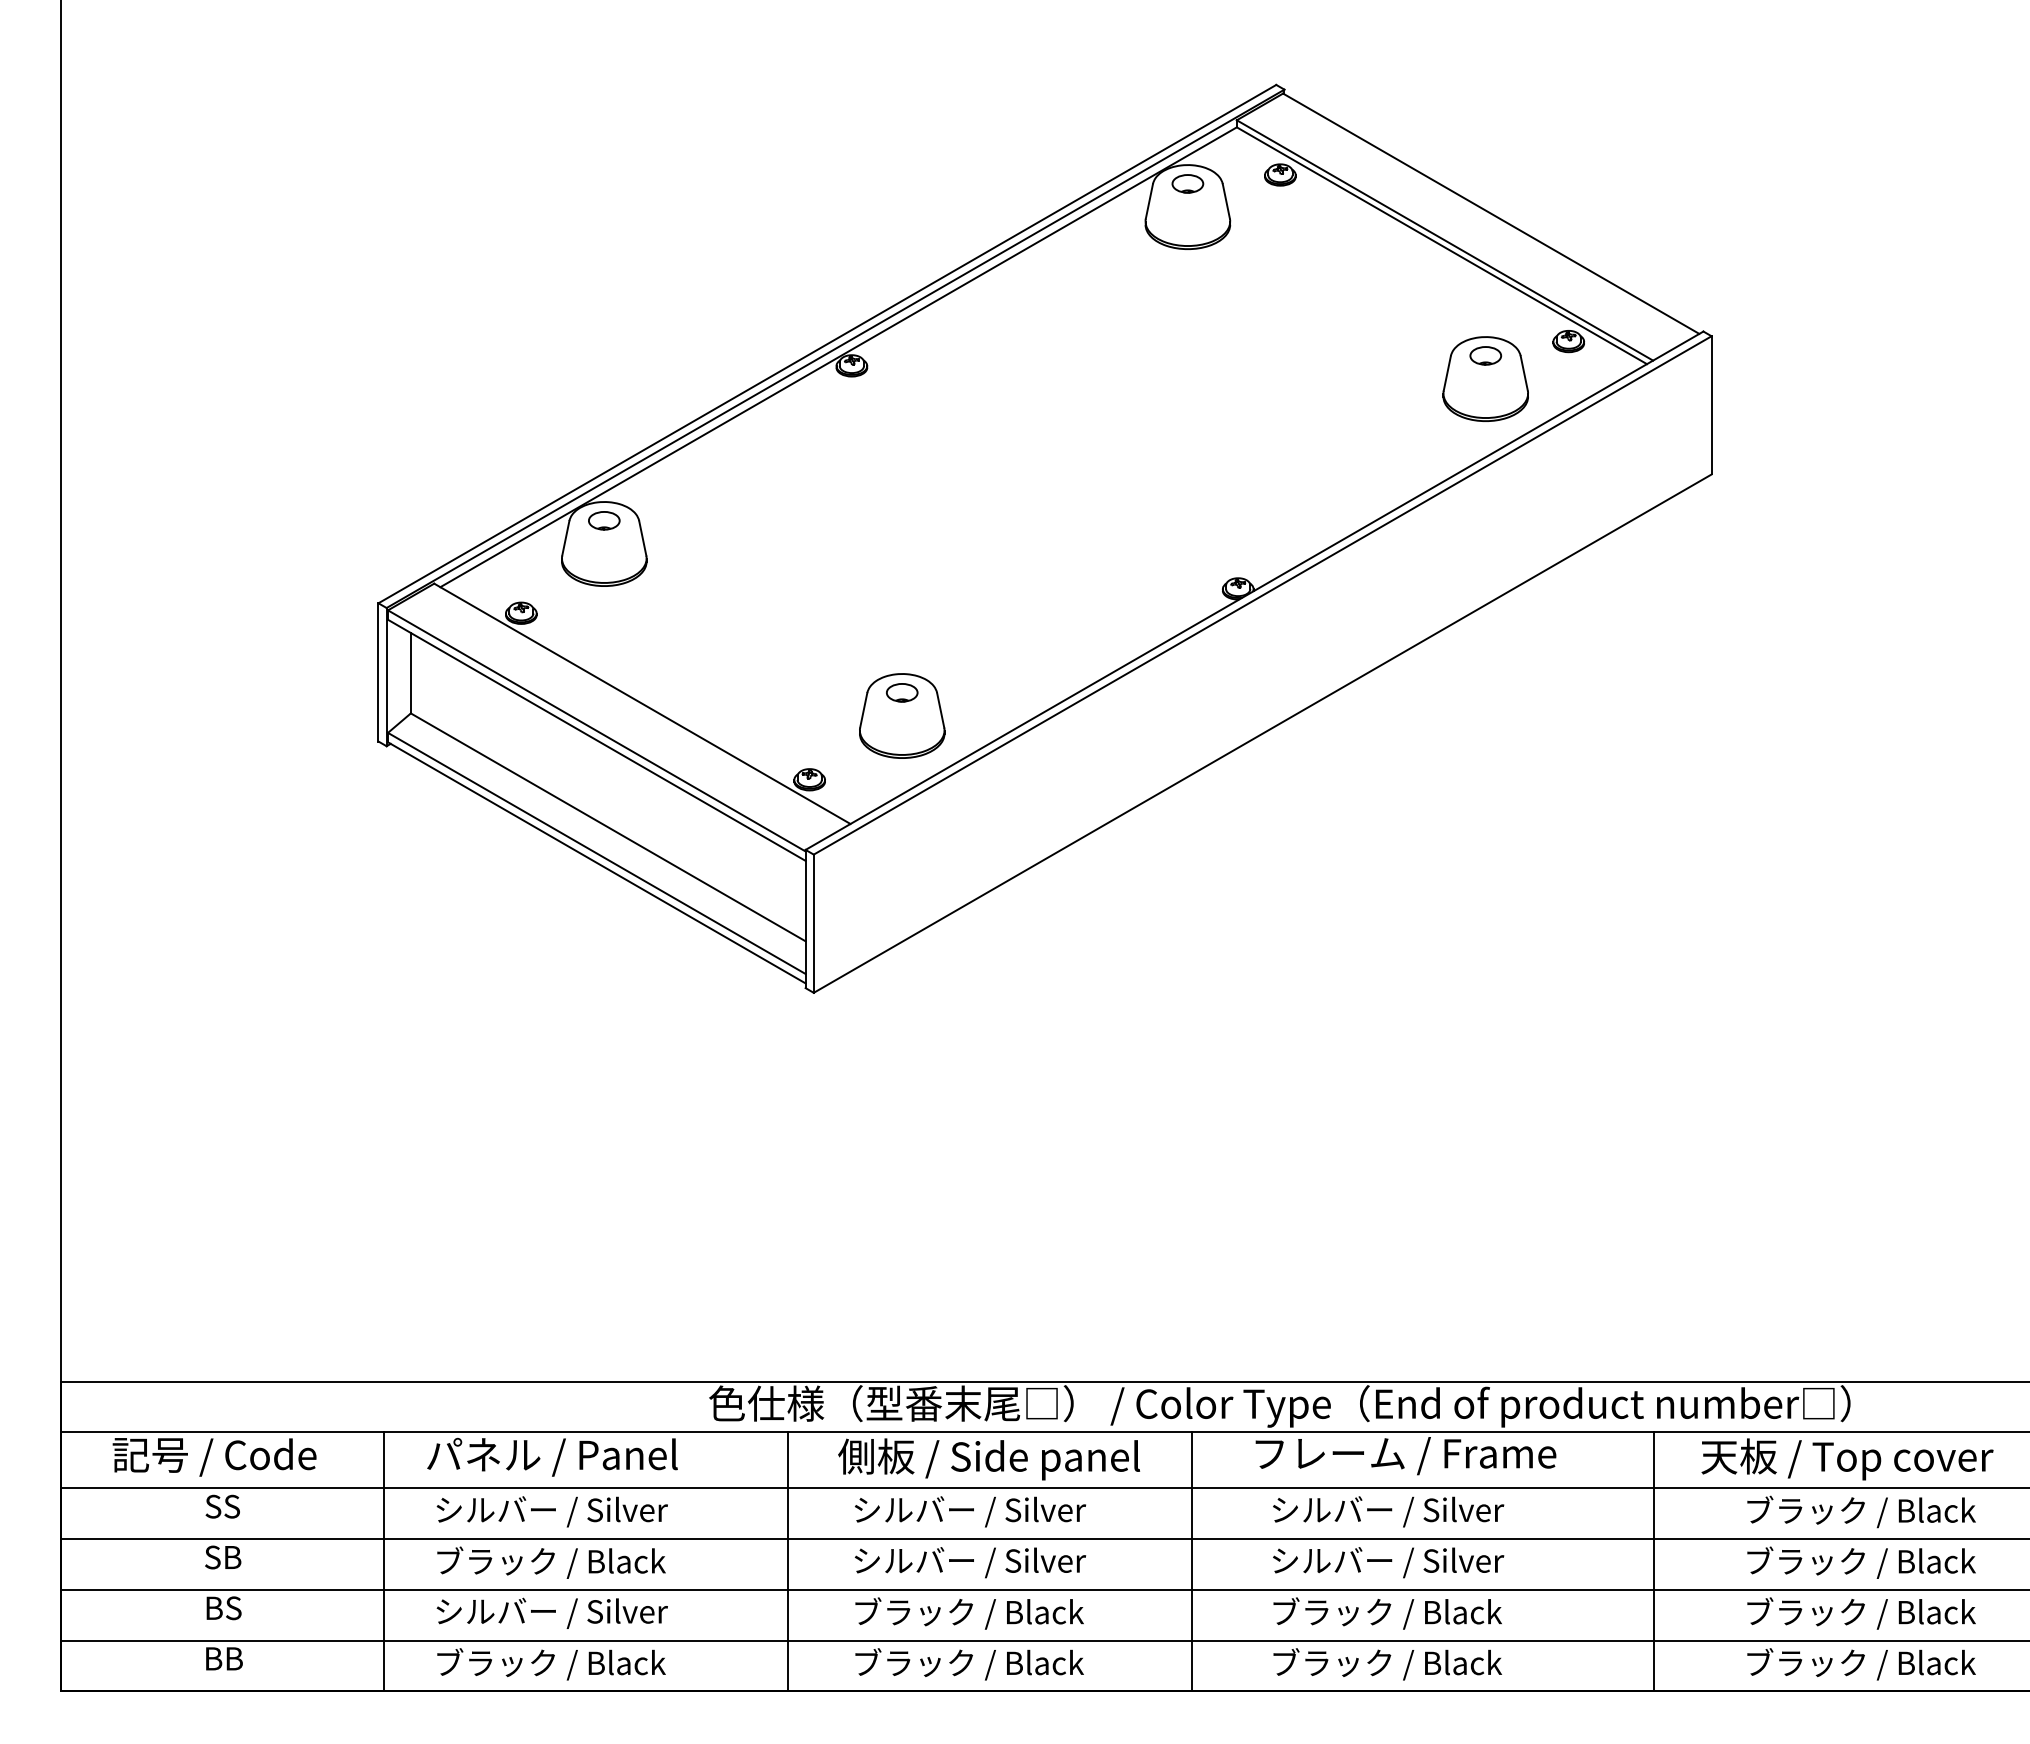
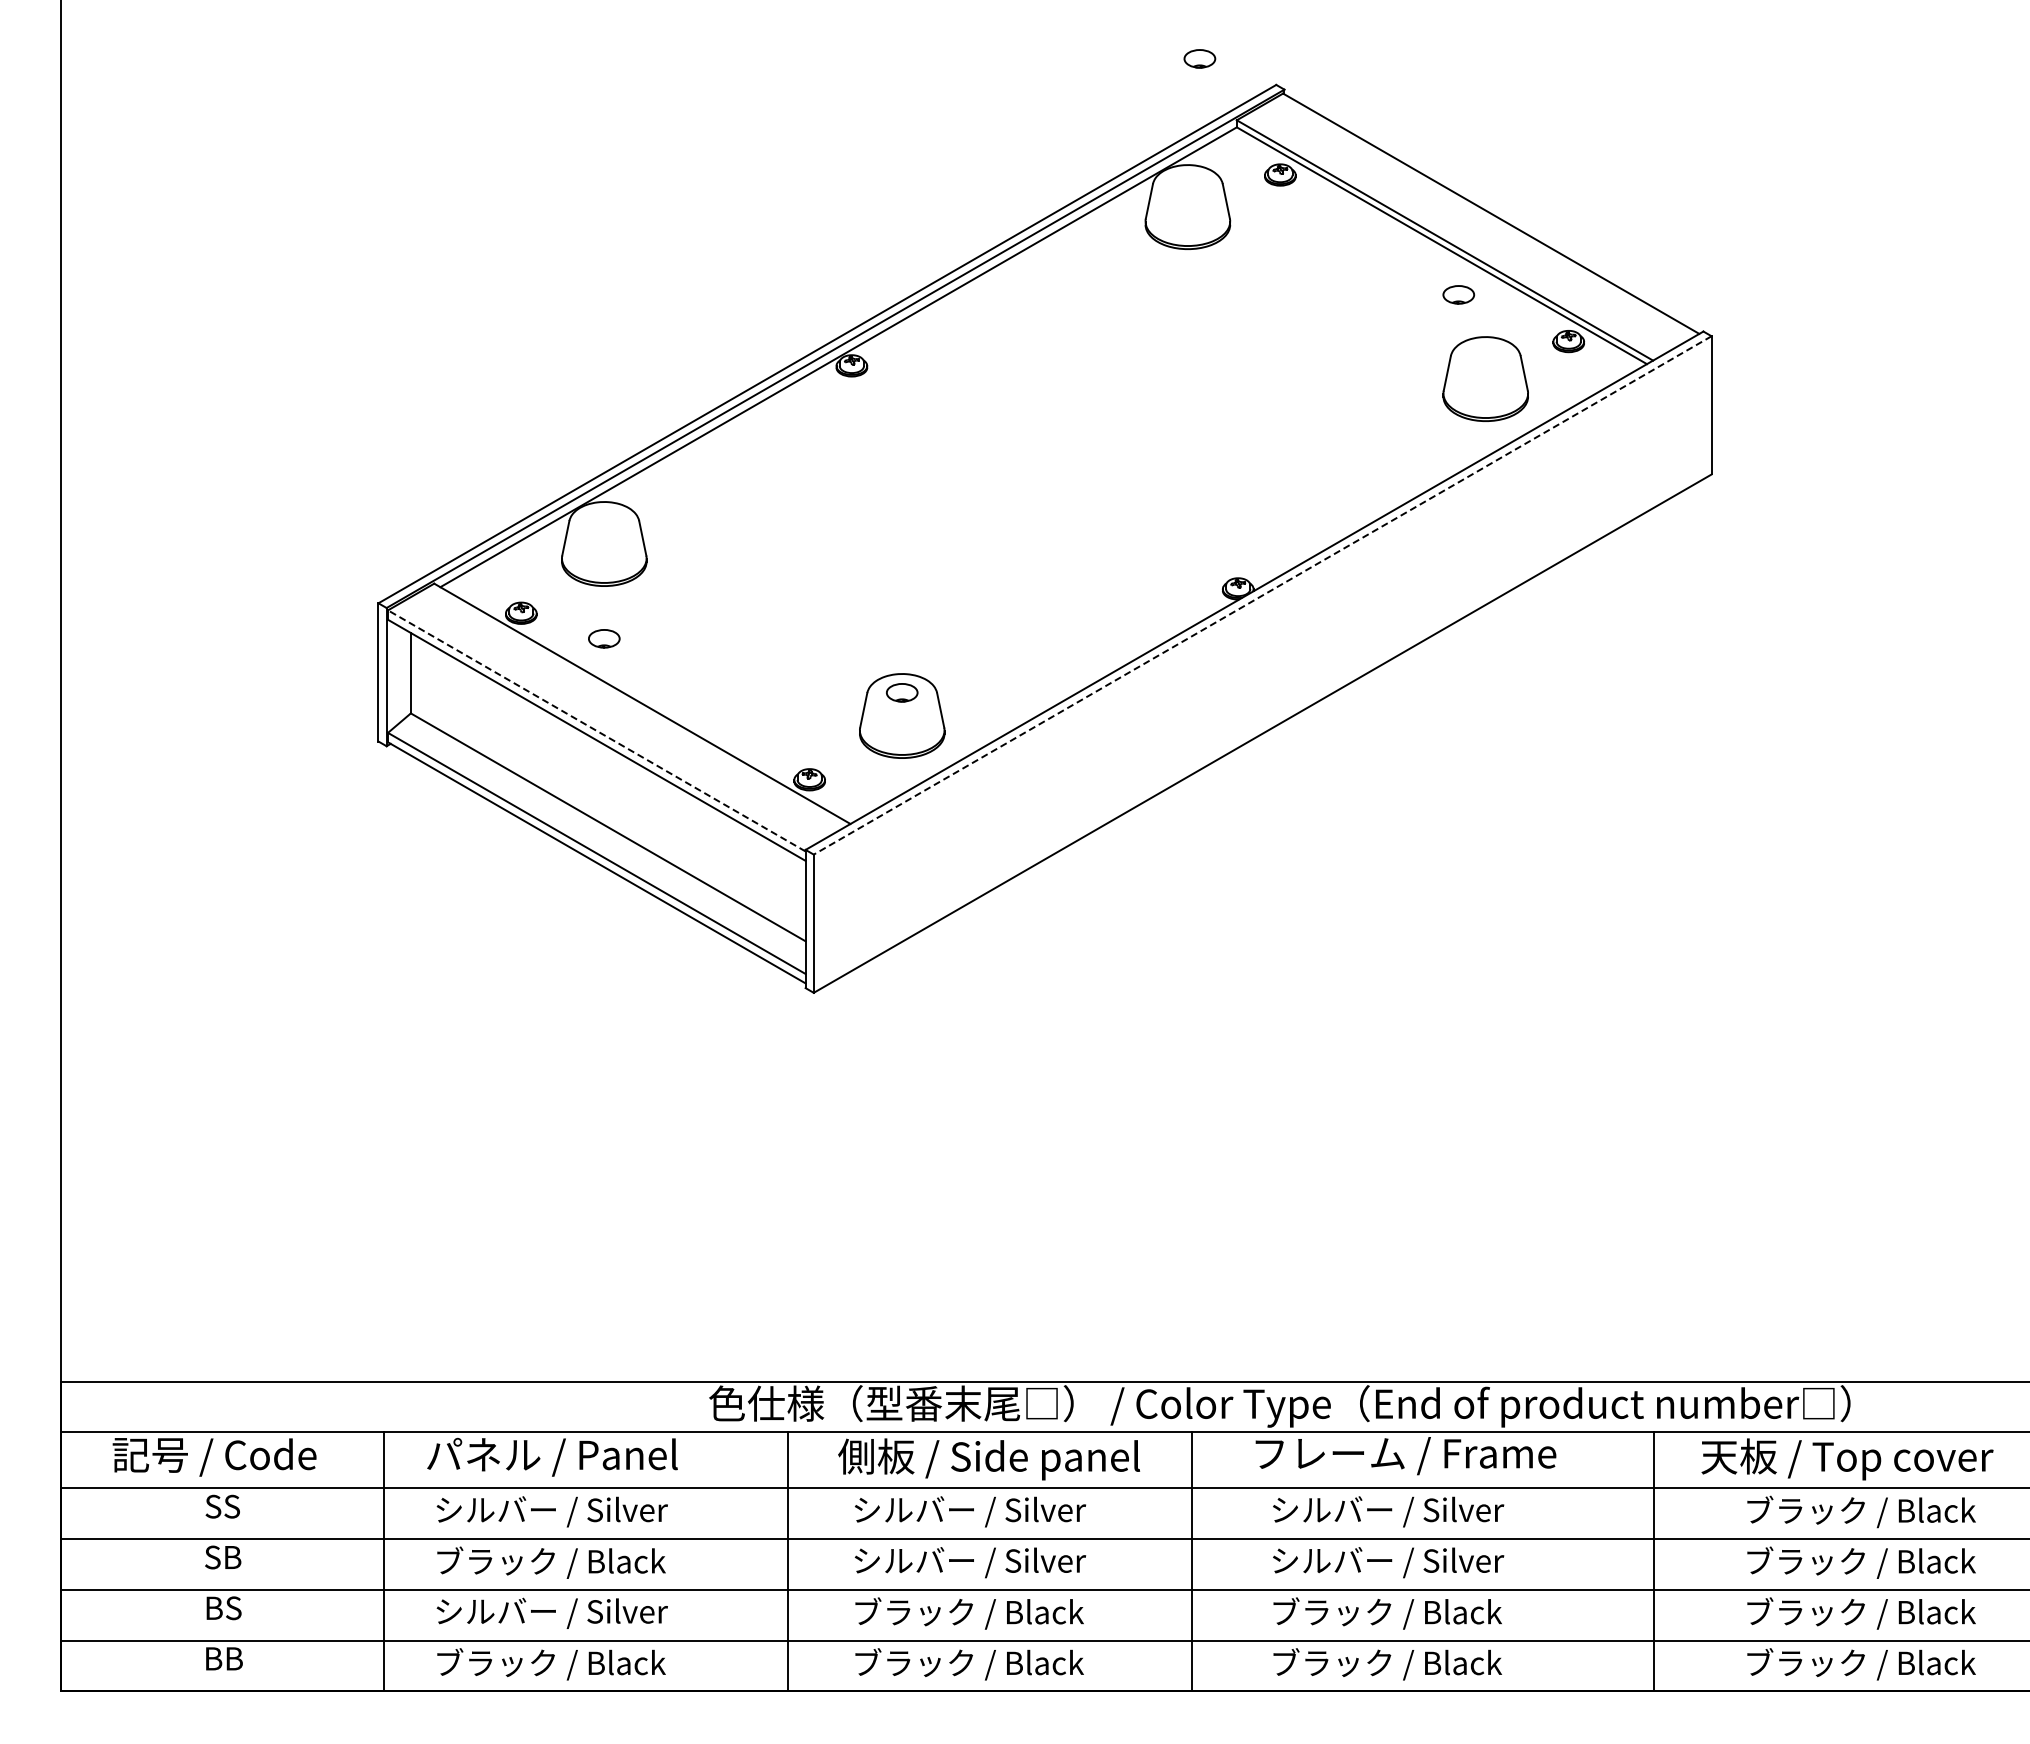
part at (1187, 183) position: (1187, 183) -> (1199, 58)
part at (1485, 355) position: (1485, 355) -> (1458, 294)
part at (604, 520) position: (604, 520) -> (604, 638)
line at (1262, 595): solid -> dashed
line at (596, 730): solid -> dashed
